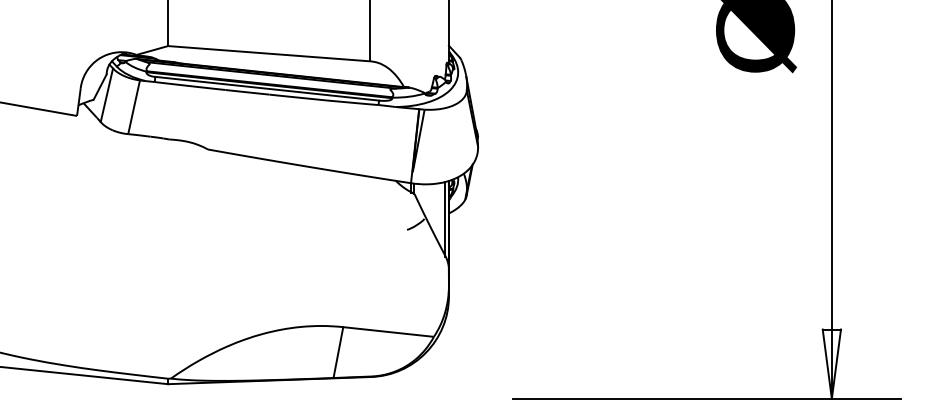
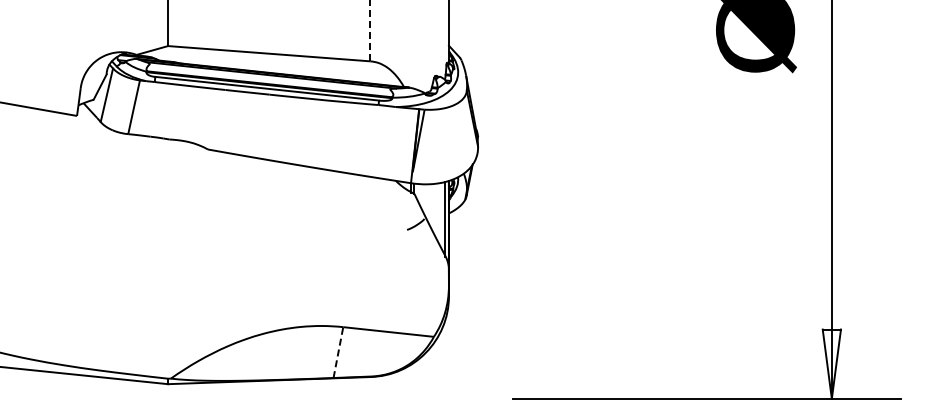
line at (370, 30): solid -> dashed
line at (338, 352): solid -> dashed
